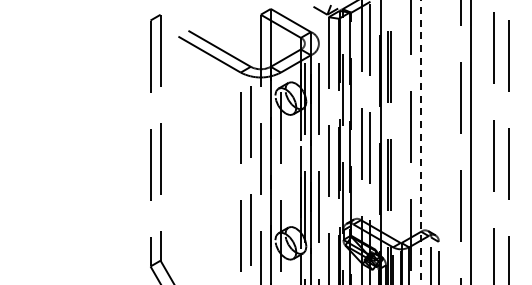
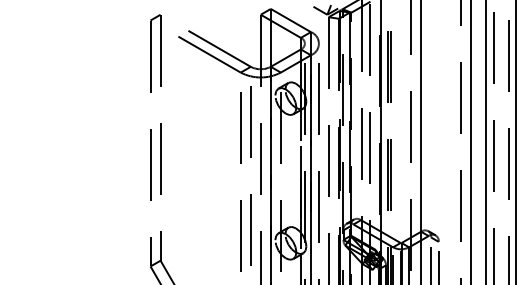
line at (485, 141): none -> present
line at (516, 141): none -> present
line at (421, 142): dashed -> solid
